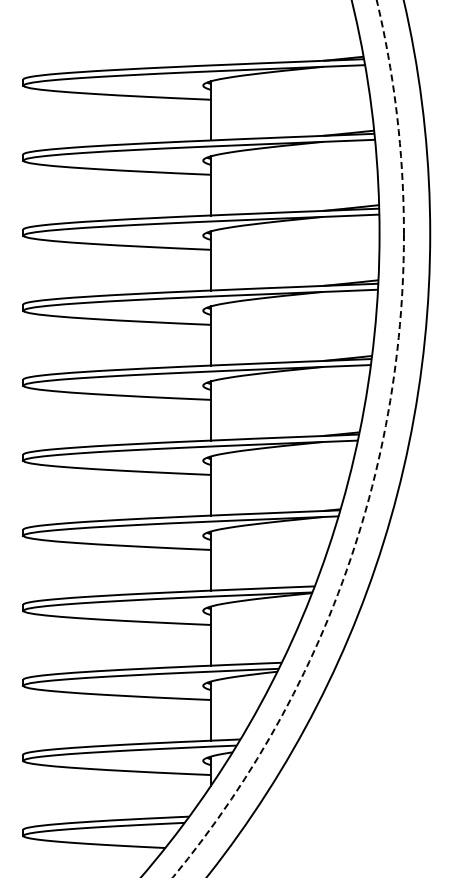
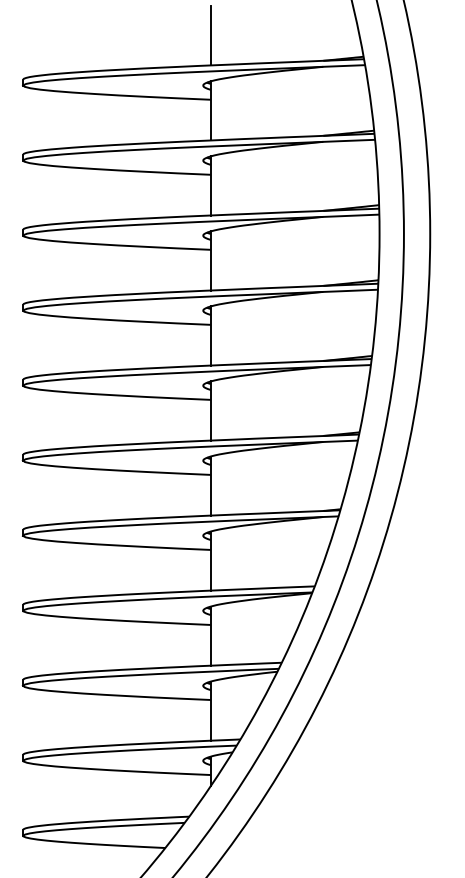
line at (210, 35): none -> present
circle at (287, 438): dashed -> solid
